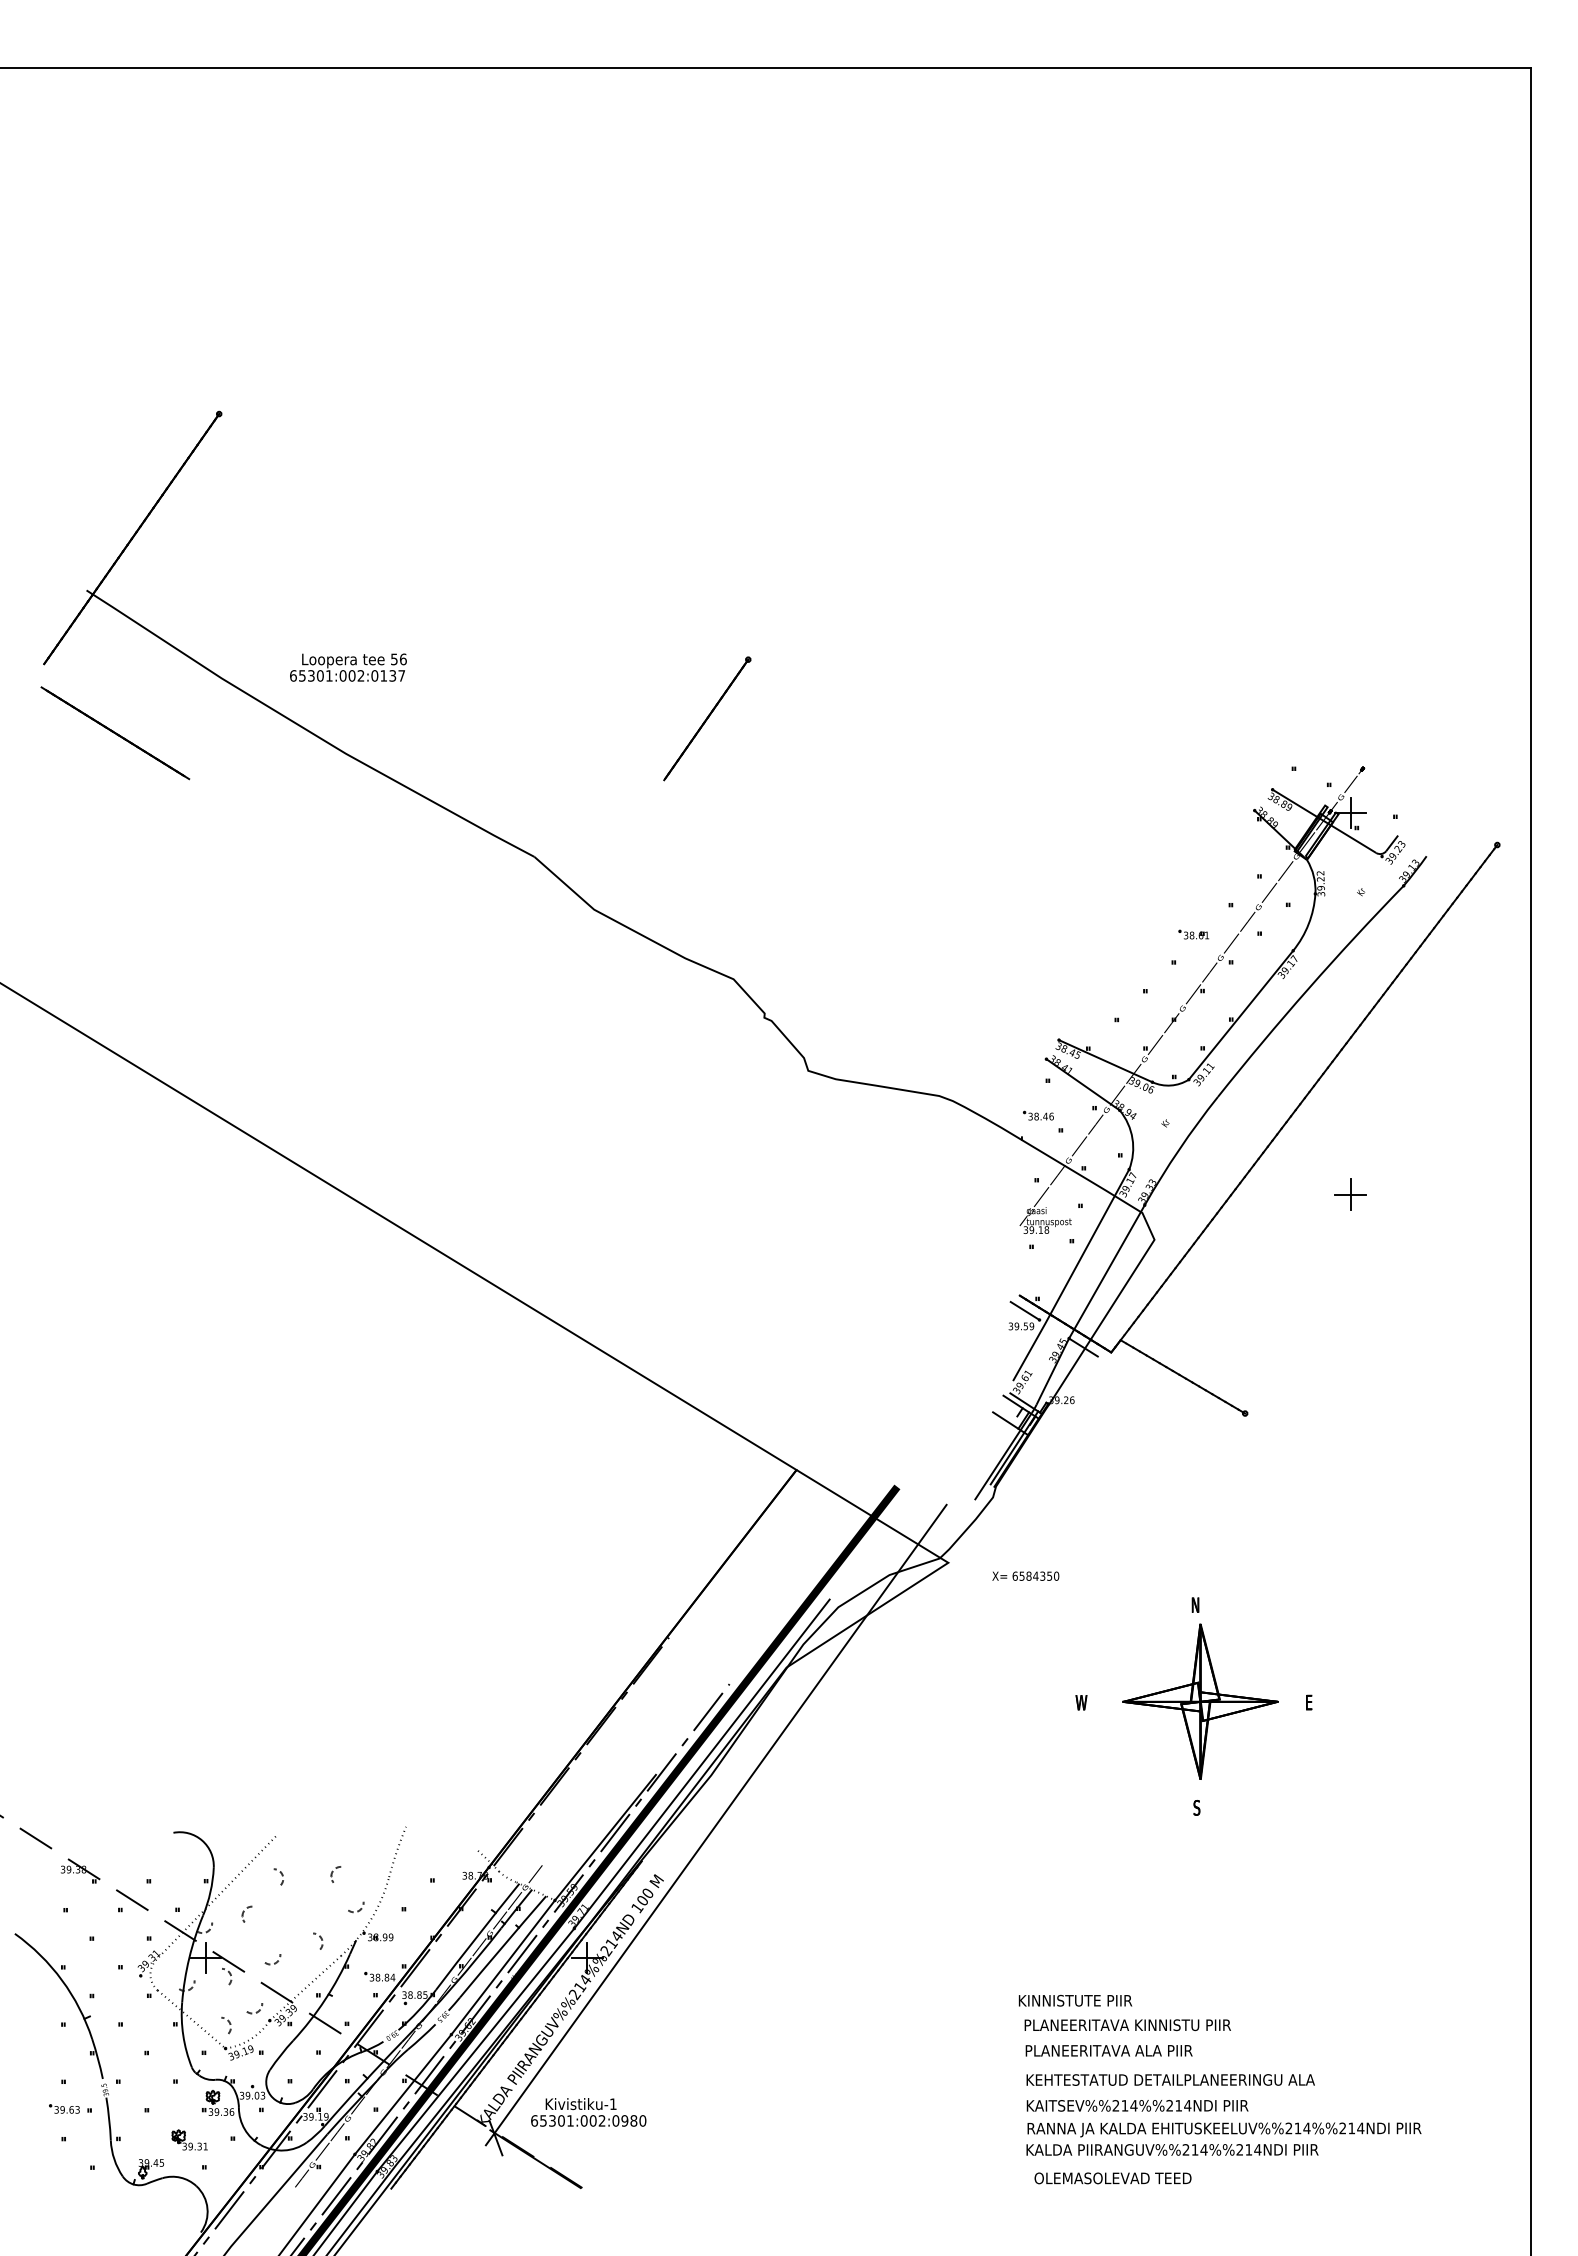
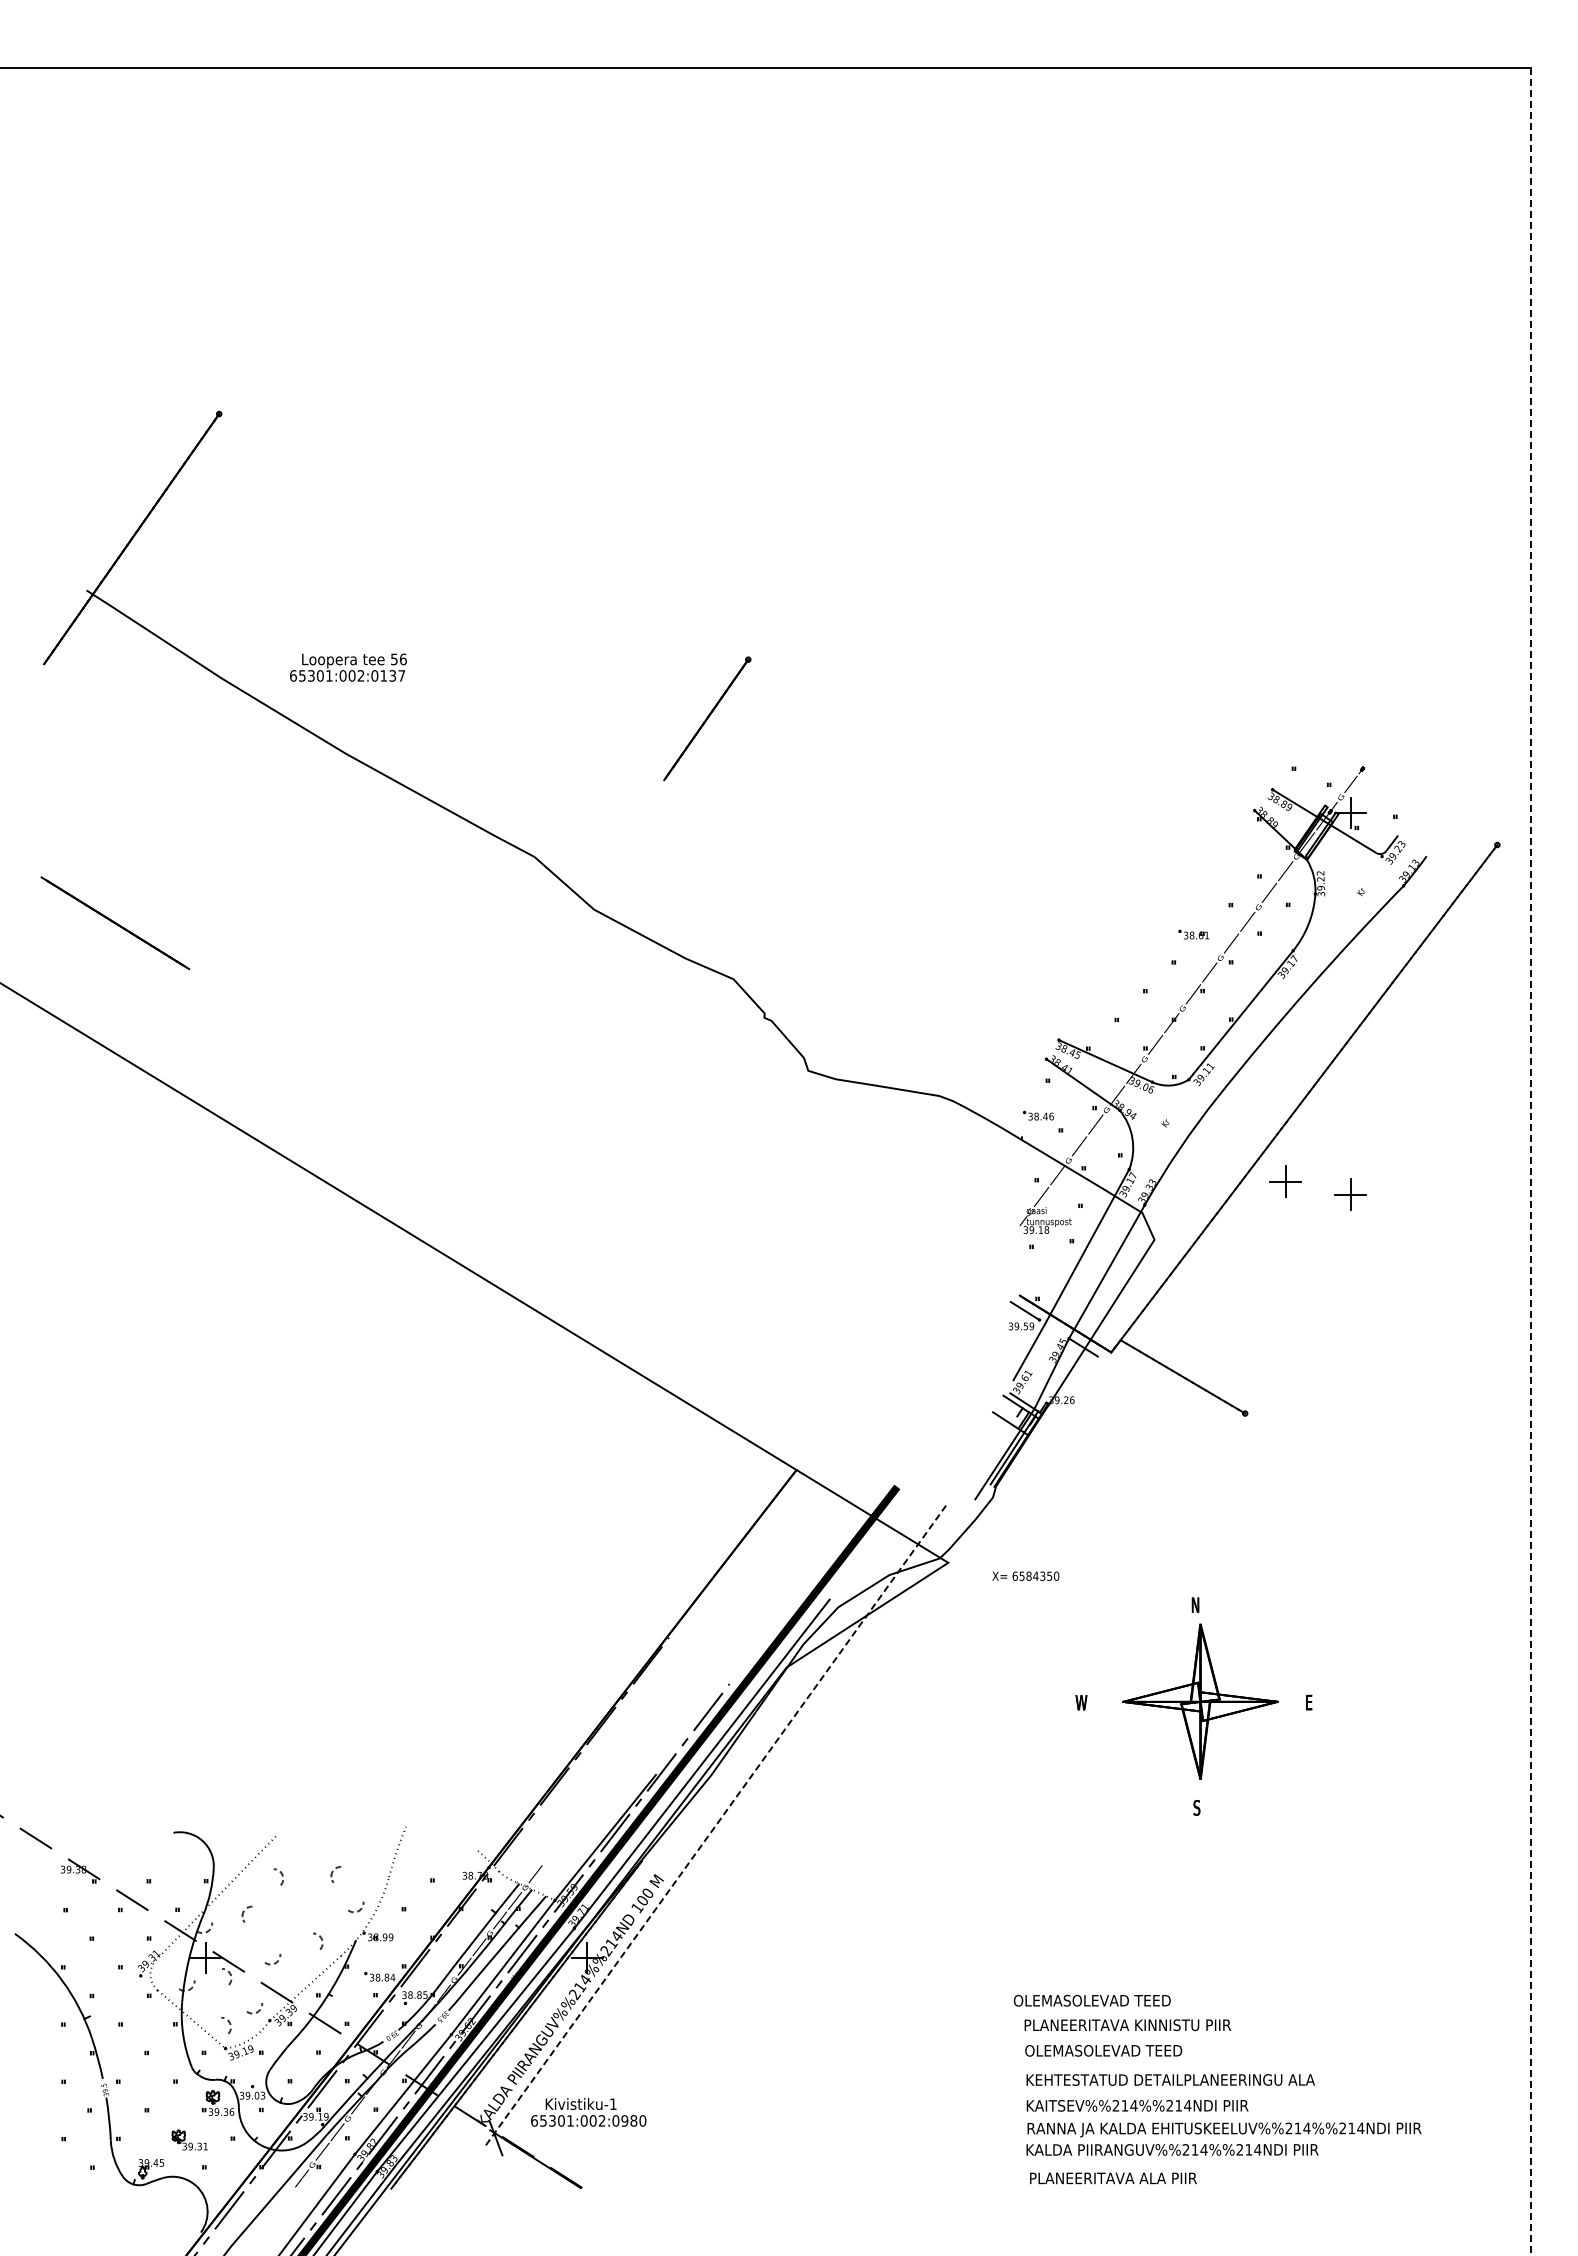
line at (115, 733) position: (115, 733) -> (115, 923)
line at (1530, 1161): solid -> dashed
part at (1285, 1181): none -> present
line at (716, 1824): solid -> dashed
text at (1091, 2000): KINNISTUTE PIIR -> OLEMASOLEVAD TEED
text at (1108, 2050): PLANEERITAVA ALA PIIR -> OLEMASOLEVAD TEED
part at (64, 2108): present -> none
text at (1113, 2178): OLEMASOLEVAD TEED -> PLANEERITAVA ALA PIIR
